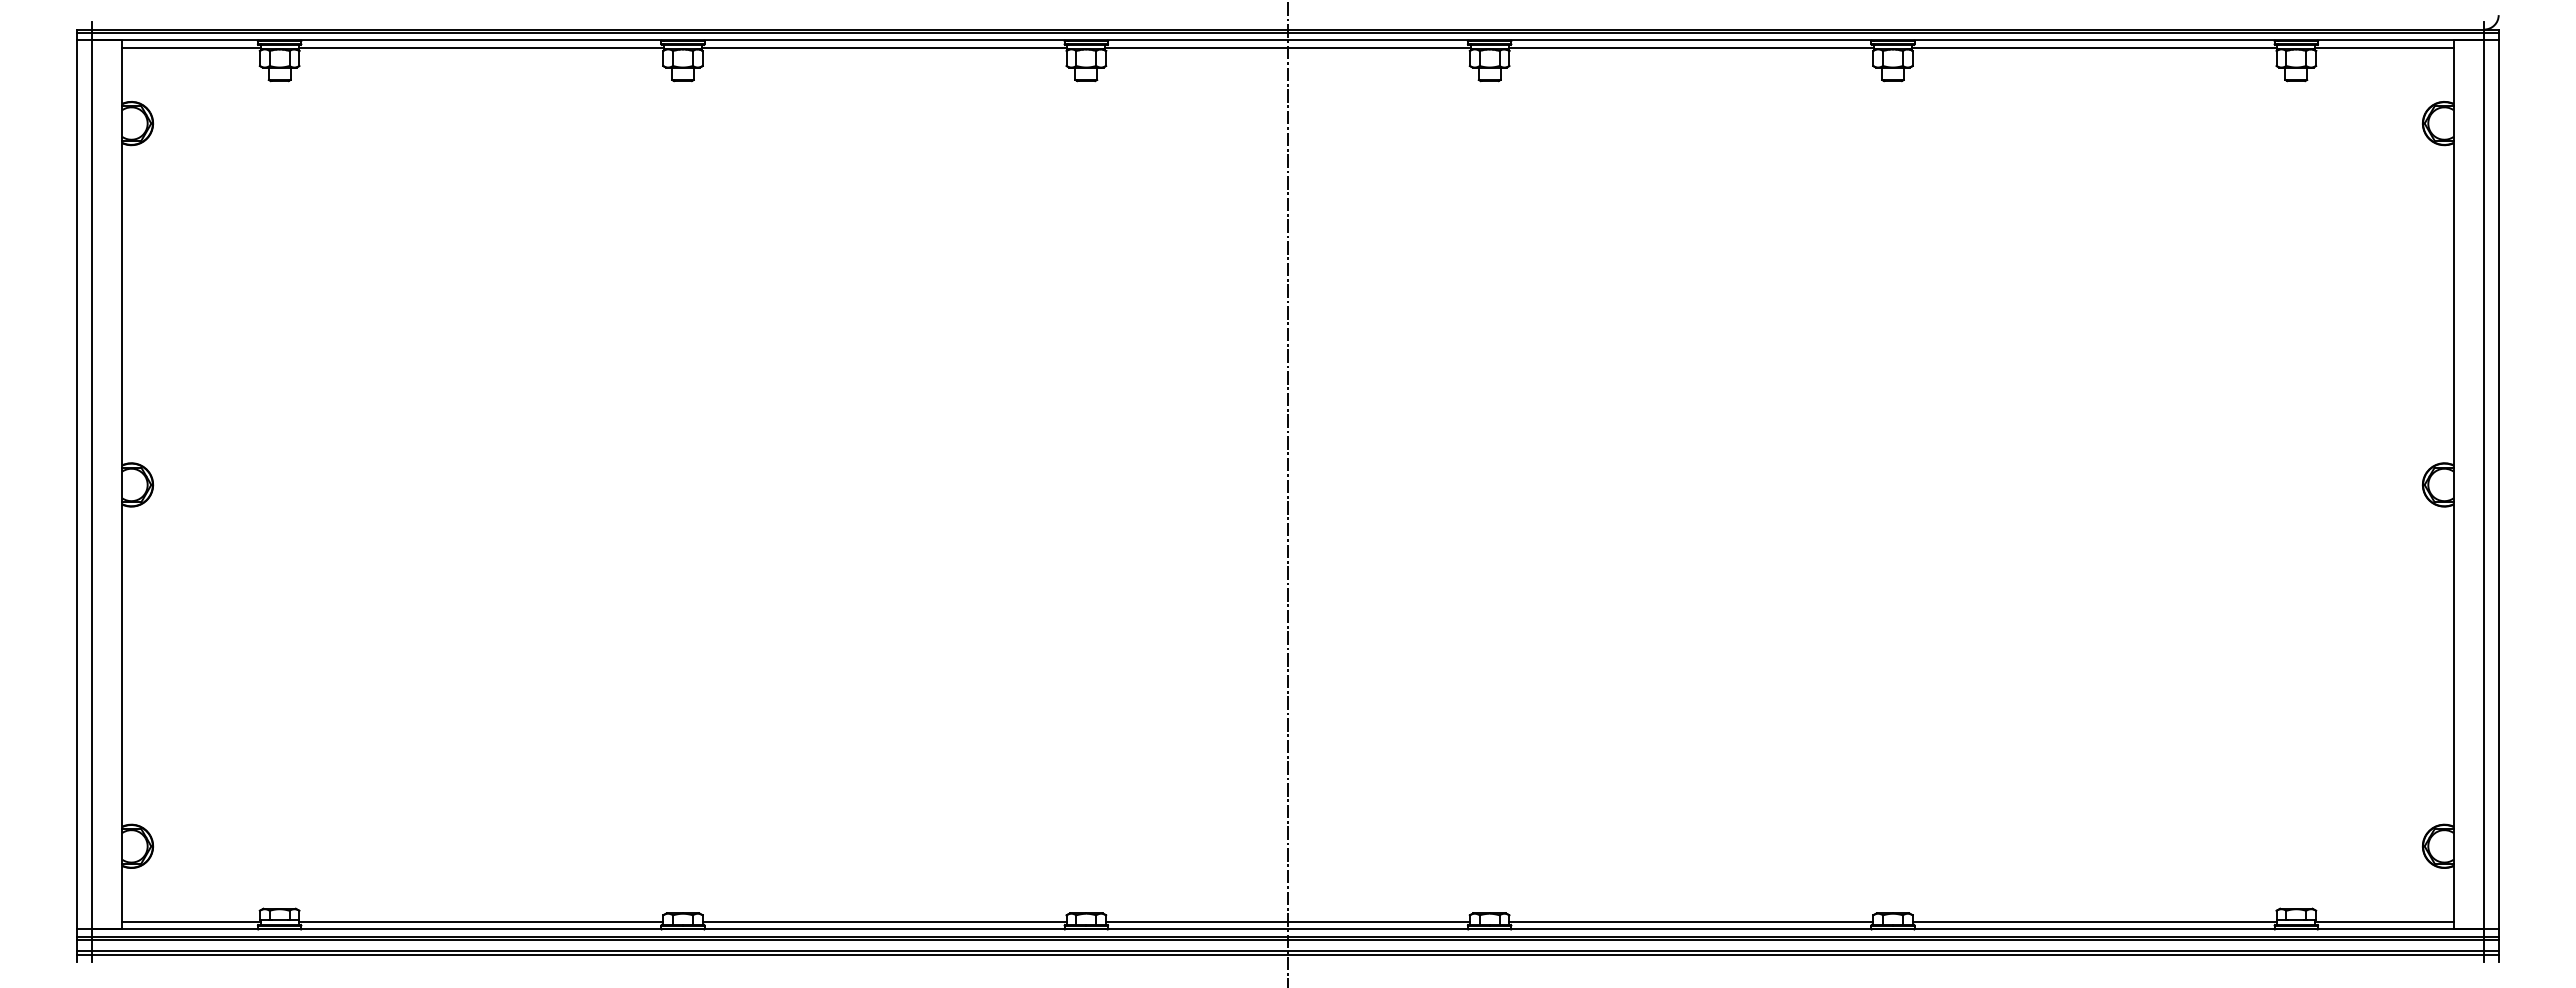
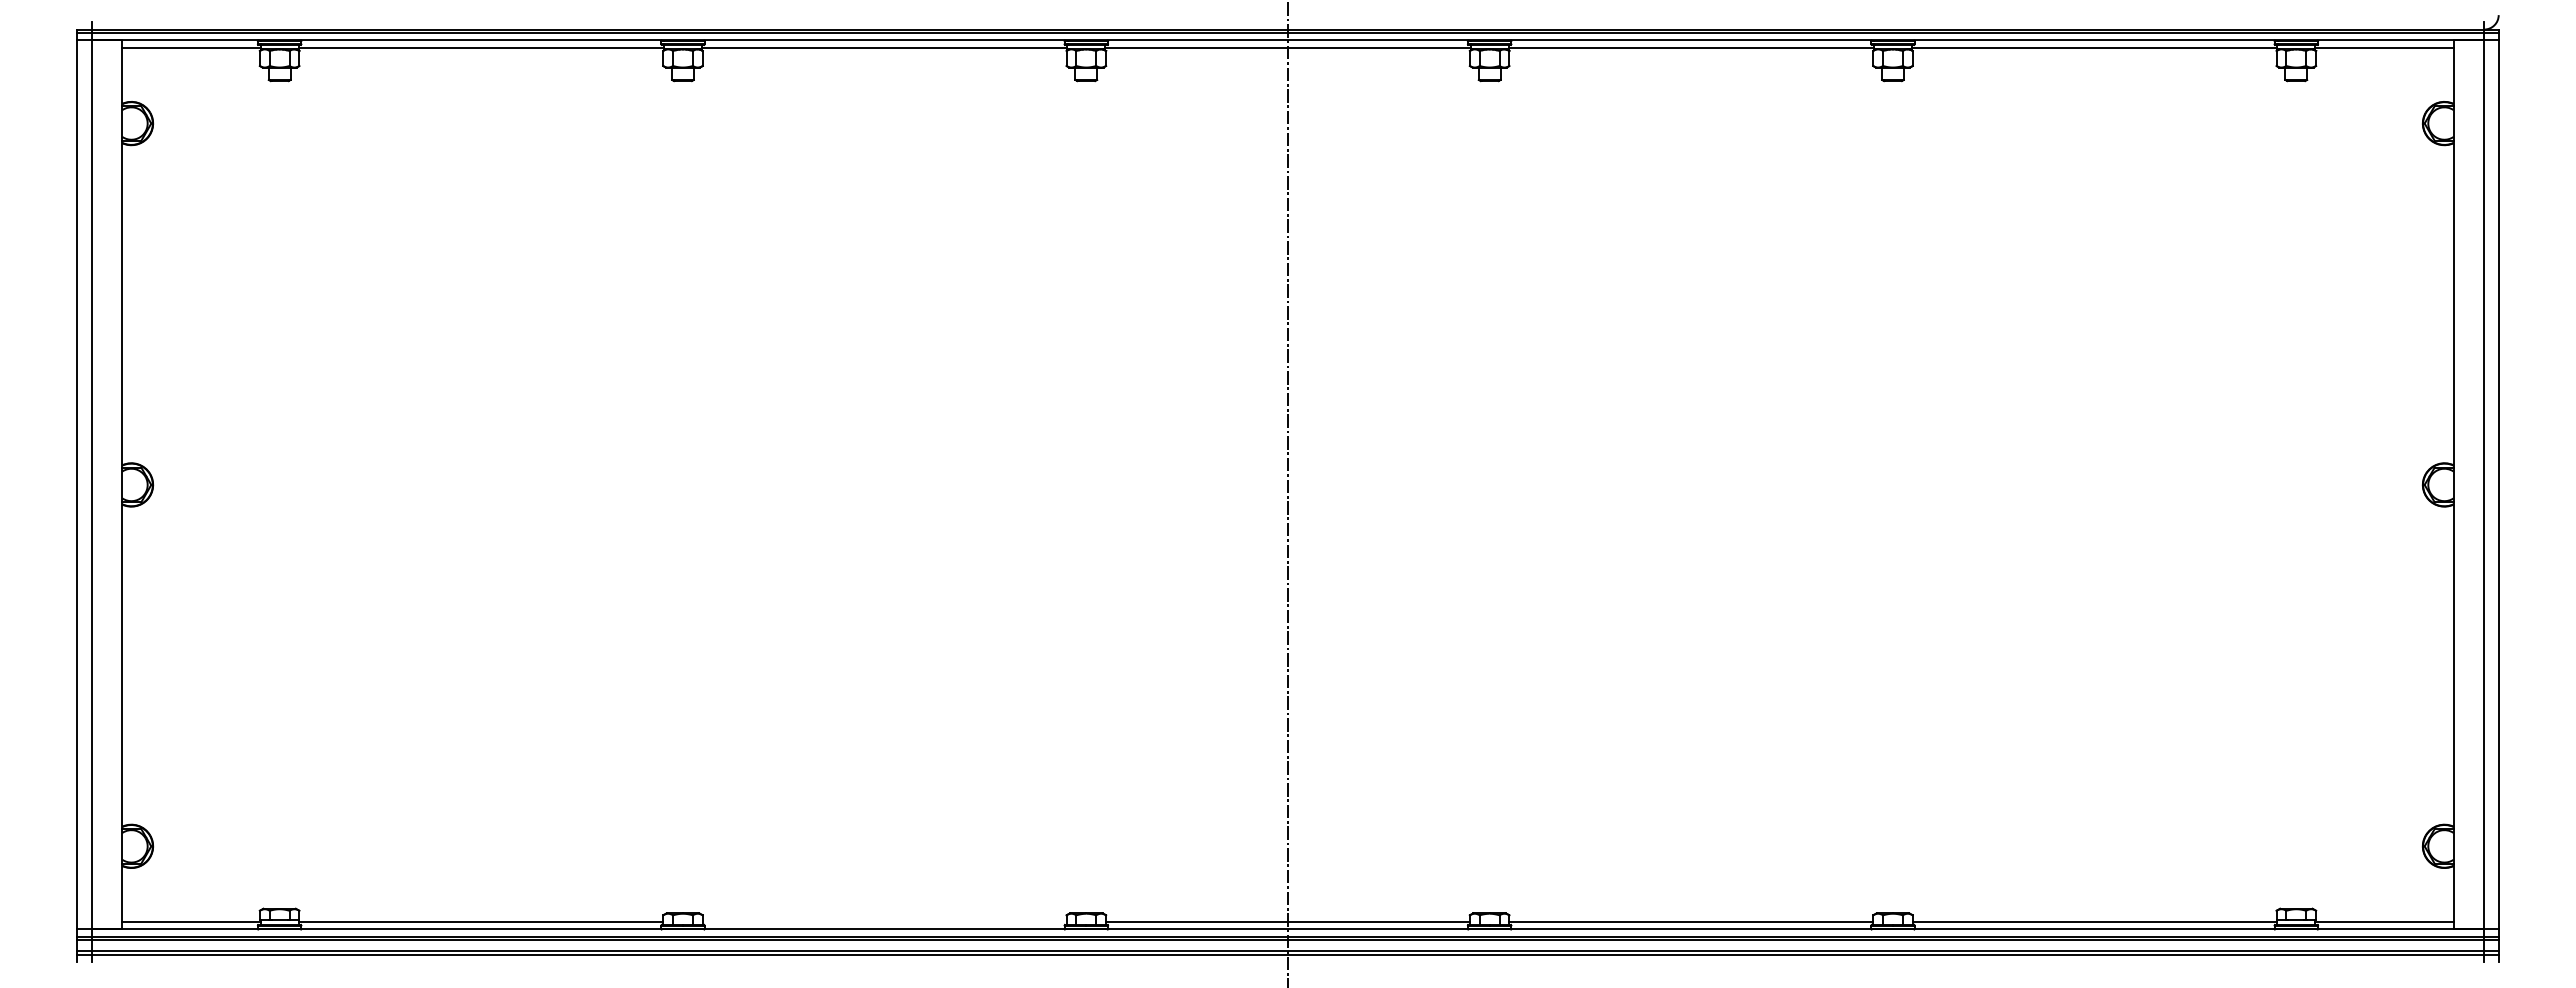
line at (884, 922): present -> none
